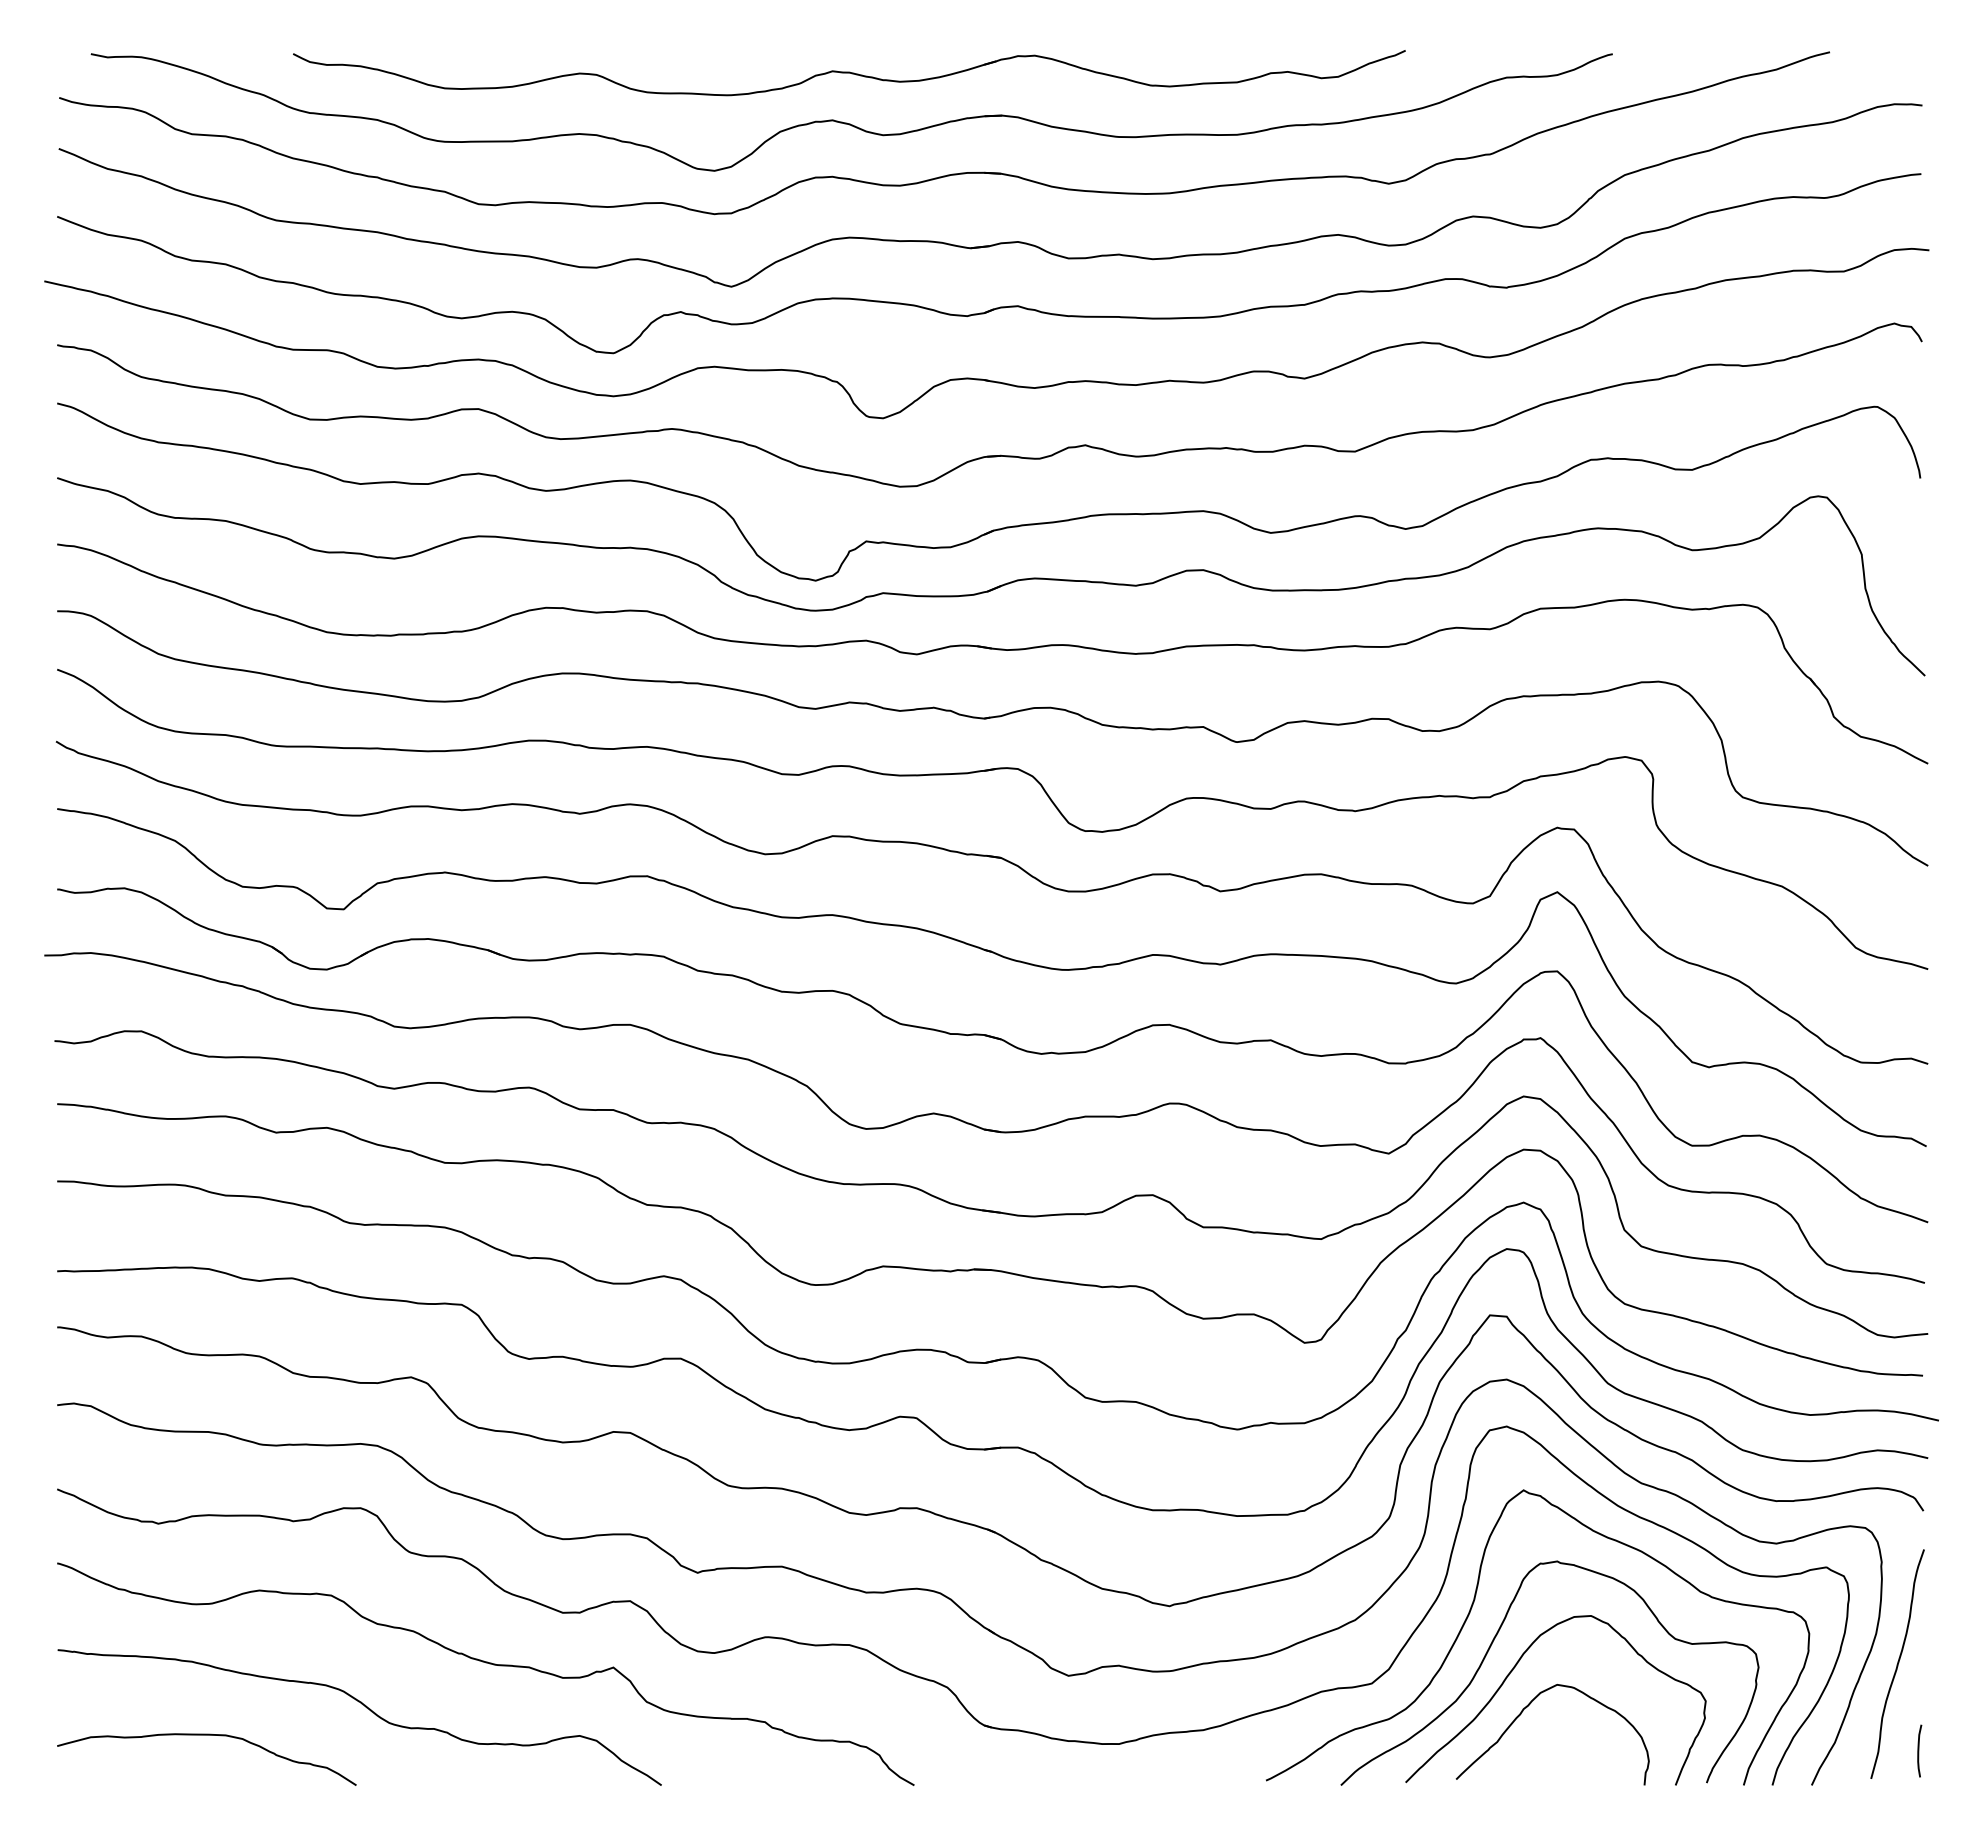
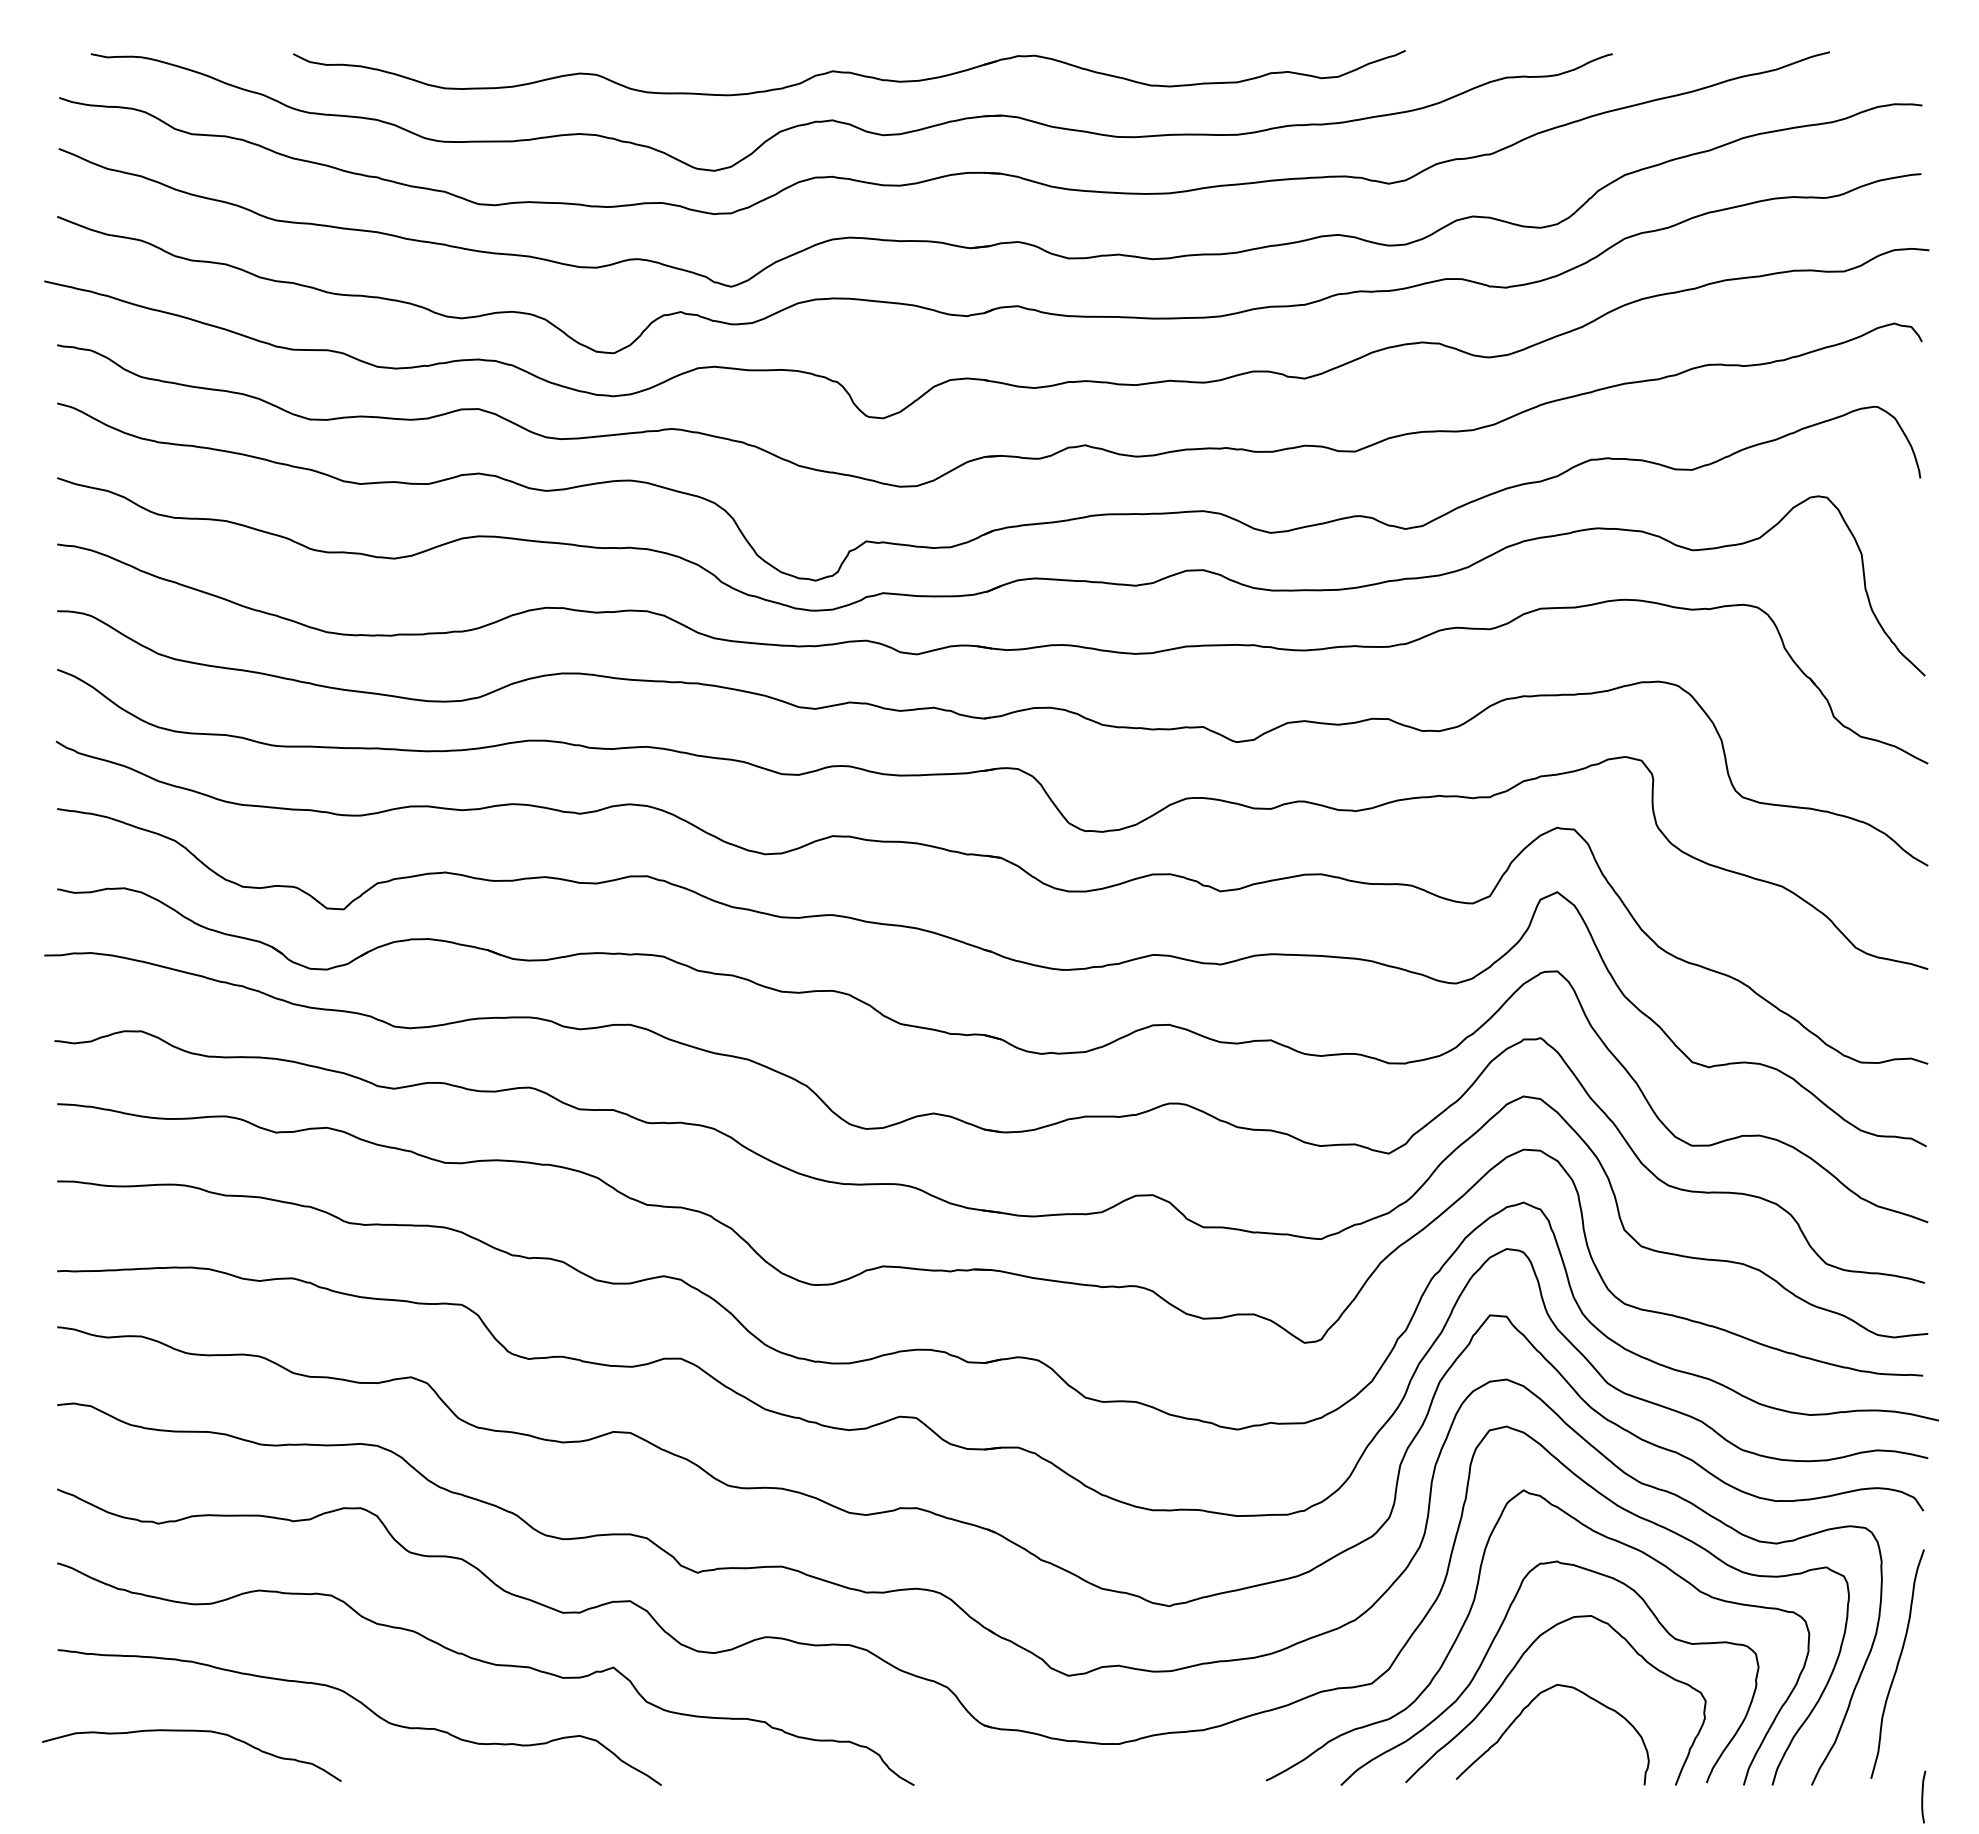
curve at (206, 1735) position: (206, 1735) -> (191, 1731)
curve at (1919, 1750) position: (1919, 1750) -> (1923, 1796)
